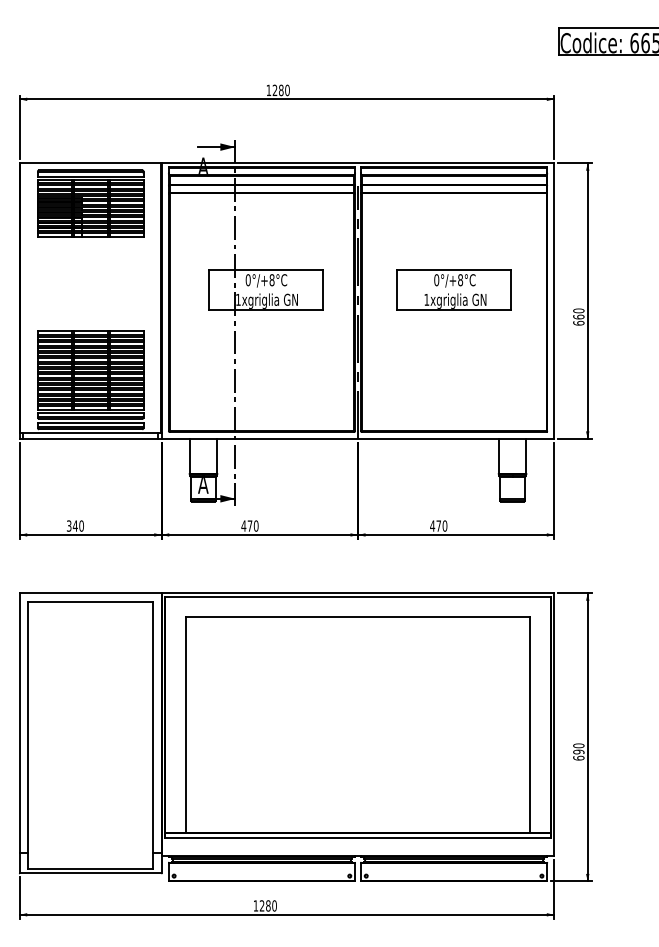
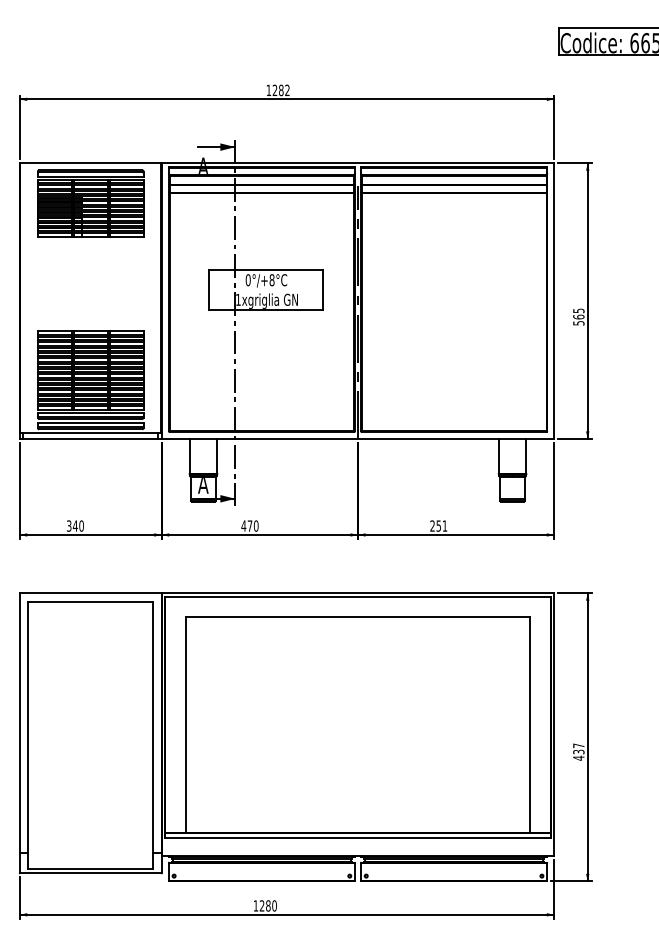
text at (287, 90): 1280 -> 1282
part at (453, 289): present -> none
text at (578, 316): 660 -> 565
text at (438, 525): 470 -> 251
text at (578, 751): 690 -> 437
